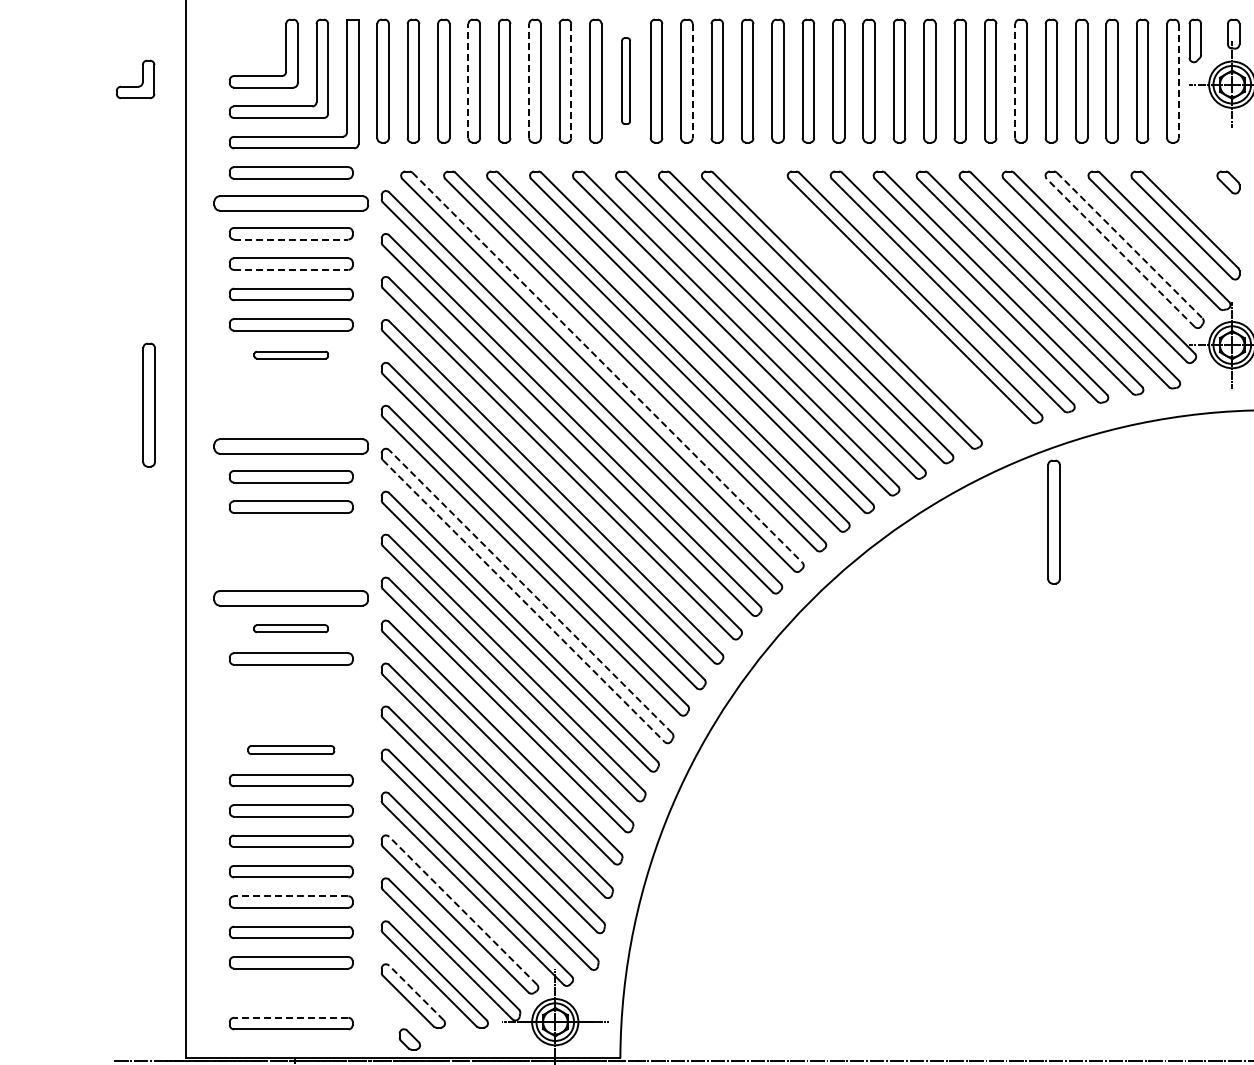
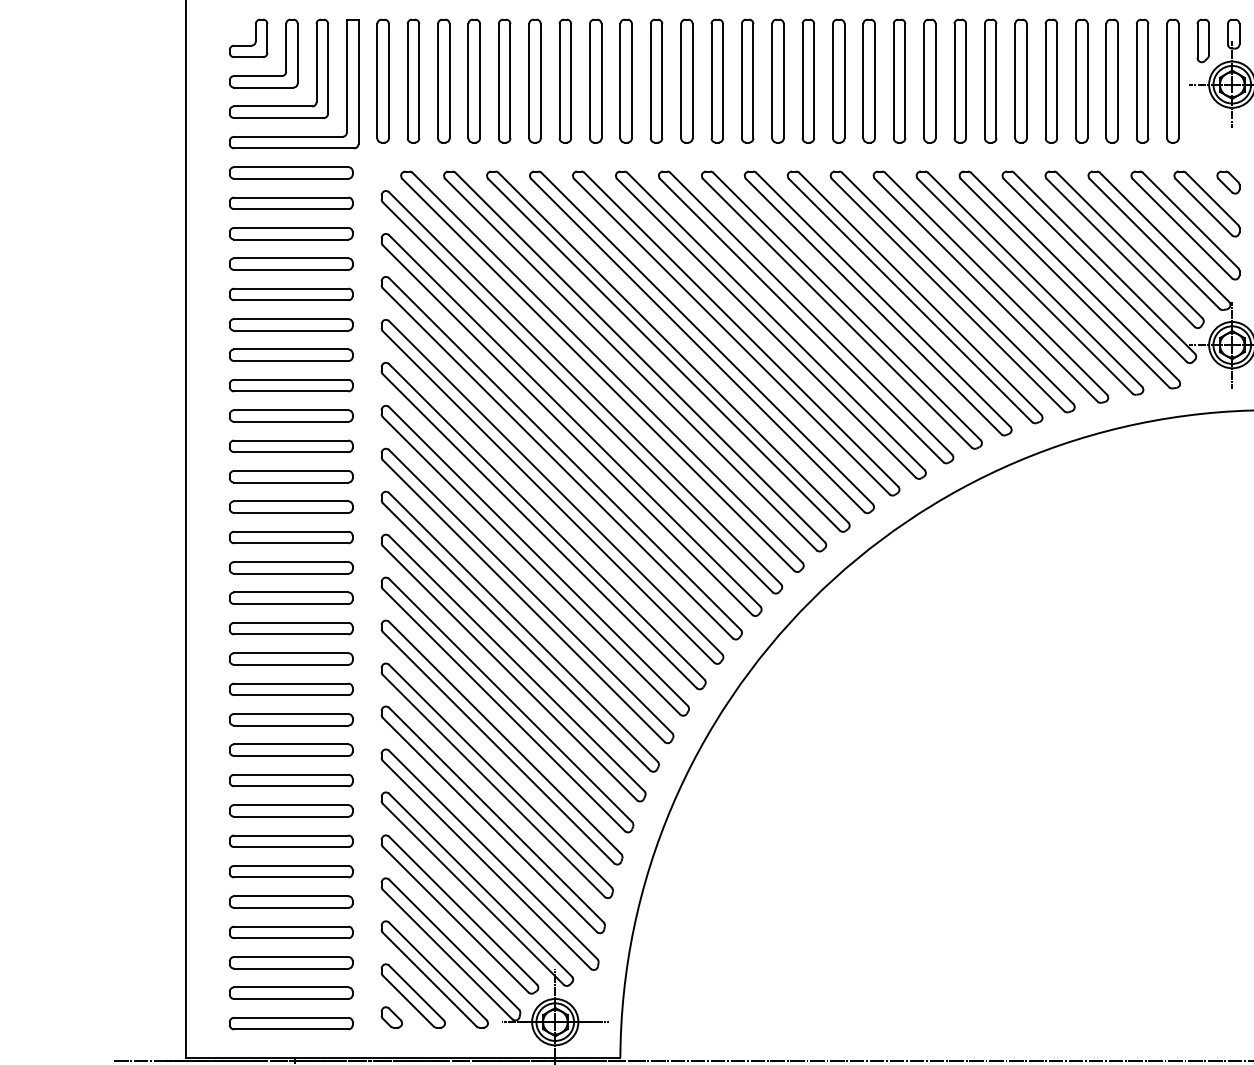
part at (1194, 40) position: (1194, 40) -> (1202, 40)
line at (468, 80): dashed -> solid
line at (529, 80): dashed -> solid
part at (625, 80) size: 10x88 px -> 14x126 px
line at (1015, 80): dashed -> solid
line at (571, 81): dashed -> solid
line at (692, 81): dashed -> solid
line at (1178, 81): dashed -> solid
part at (138, 85) position: (138, 85) -> (251, 44)
part at (290, 203) size: 156x17 px -> 126x14 px
part at (1206, 203): none -> present
line at (291, 239): dashed -> solid
line at (1129, 245): dashed -> solid
line at (1120, 252): dashed -> solid
line at (291, 269): dashed -> solid
part at (877, 303): none -> present
part at (291, 354) size: 77x10 px -> 125x14 px
line at (607, 367): dashed -> solid
part at (290, 385): none -> present
part at (148, 404): present -> none
part at (291, 415): none -> present
part at (290, 446) size: 156x17 px -> 126x14 px
part at (1053, 521): present -> none
part at (290, 537): none -> present
part at (291, 567): none -> present
line at (530, 591): dashed -> solid
part at (290, 598) size: 156x17 px -> 125x14 px
line at (524, 601): dashed -> solid
part at (290, 628) size: 76x10 px -> 126x14 px
part at (290, 689): none -> present
part at (291, 719): none -> present
part at (291, 749) size: 89x10 px -> 125x14 px
line at (290, 896): dashed -> solid
line at (463, 910): dashed -> solid
part at (291, 992): none -> present
line at (416, 992): dashed -> solid
line at (290, 1017): dashed -> solid
part at (409, 1039) position: (409, 1039) -> (391, 1017)
